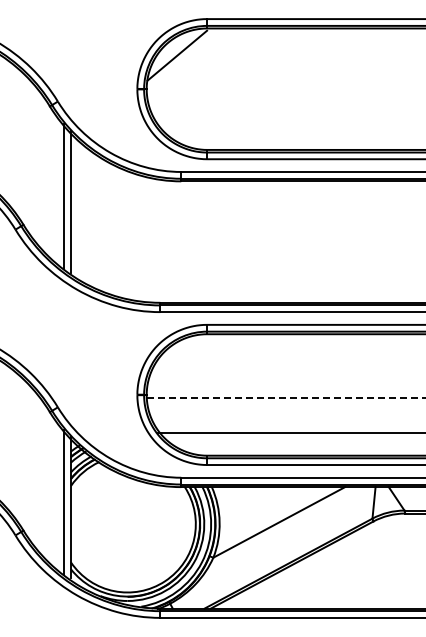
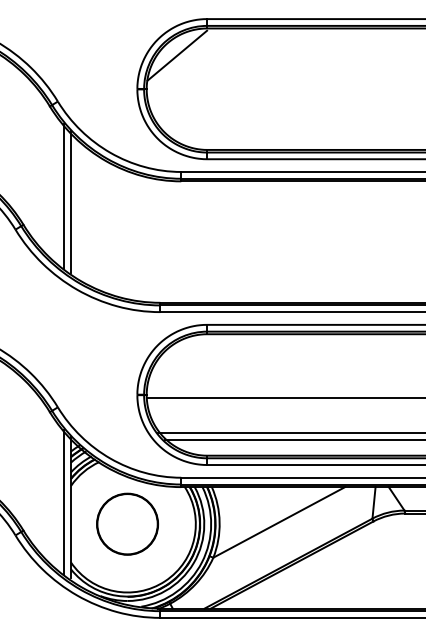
line at (286, 398): dashed -> solid
line at (293, 440): none -> present
circle at (127, 523): none -> present
